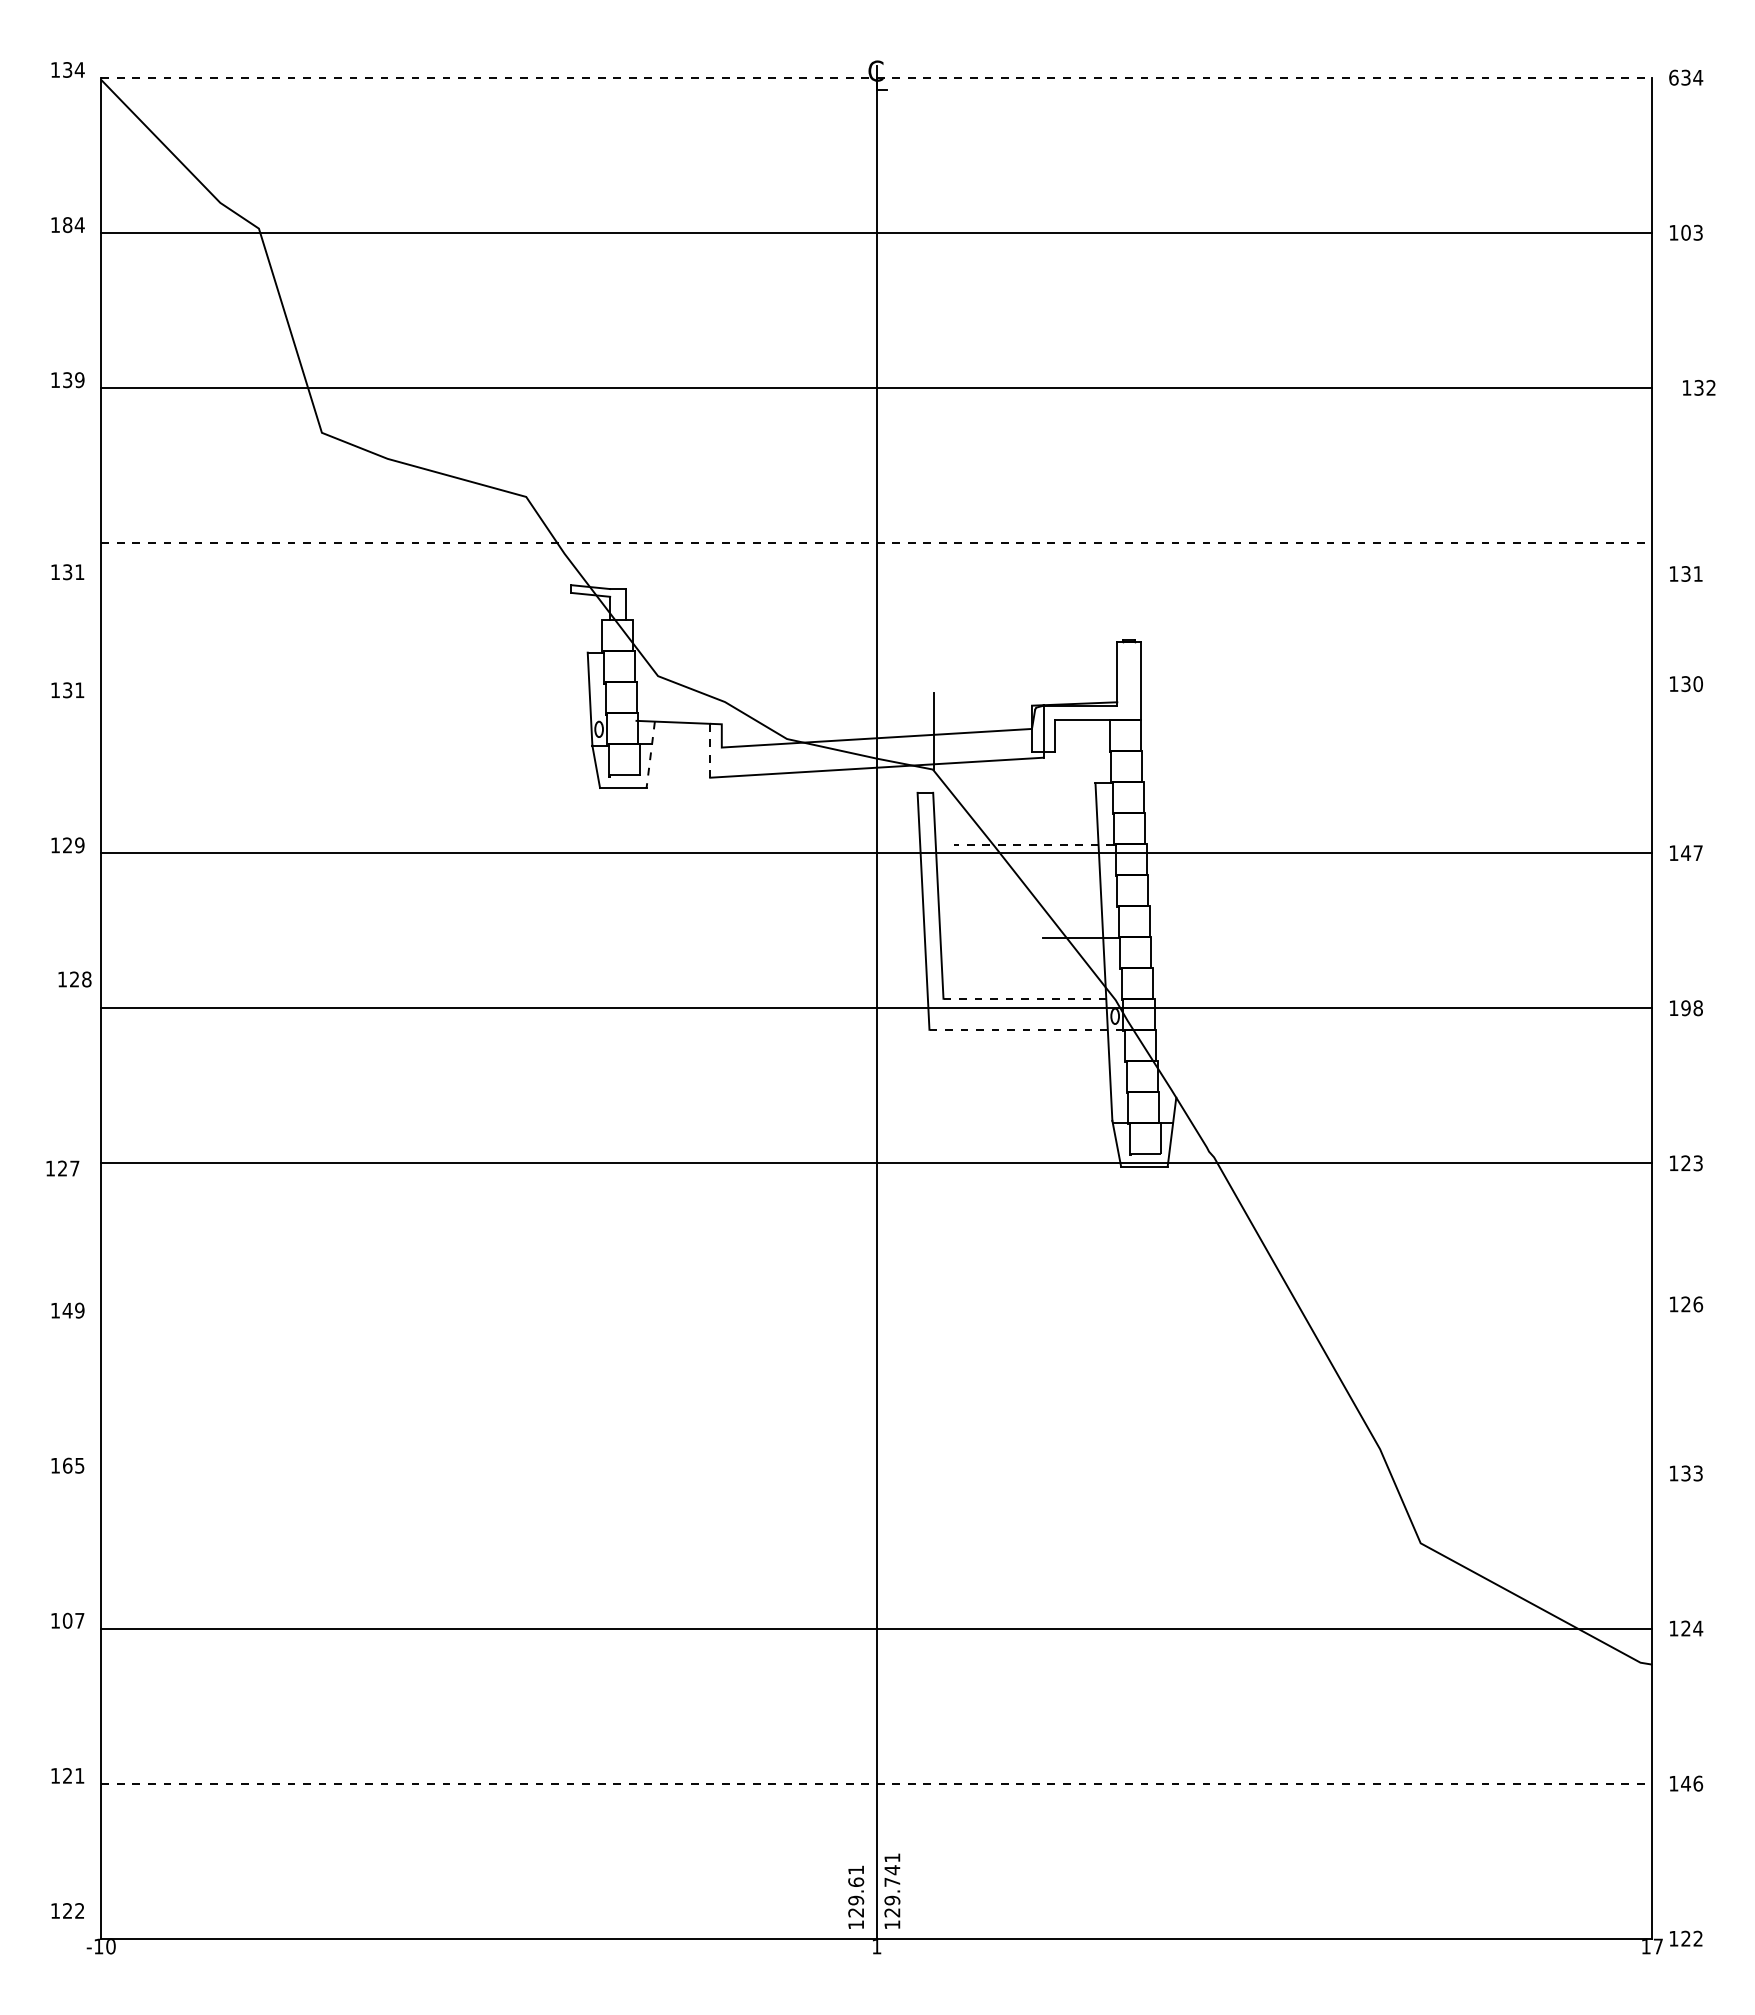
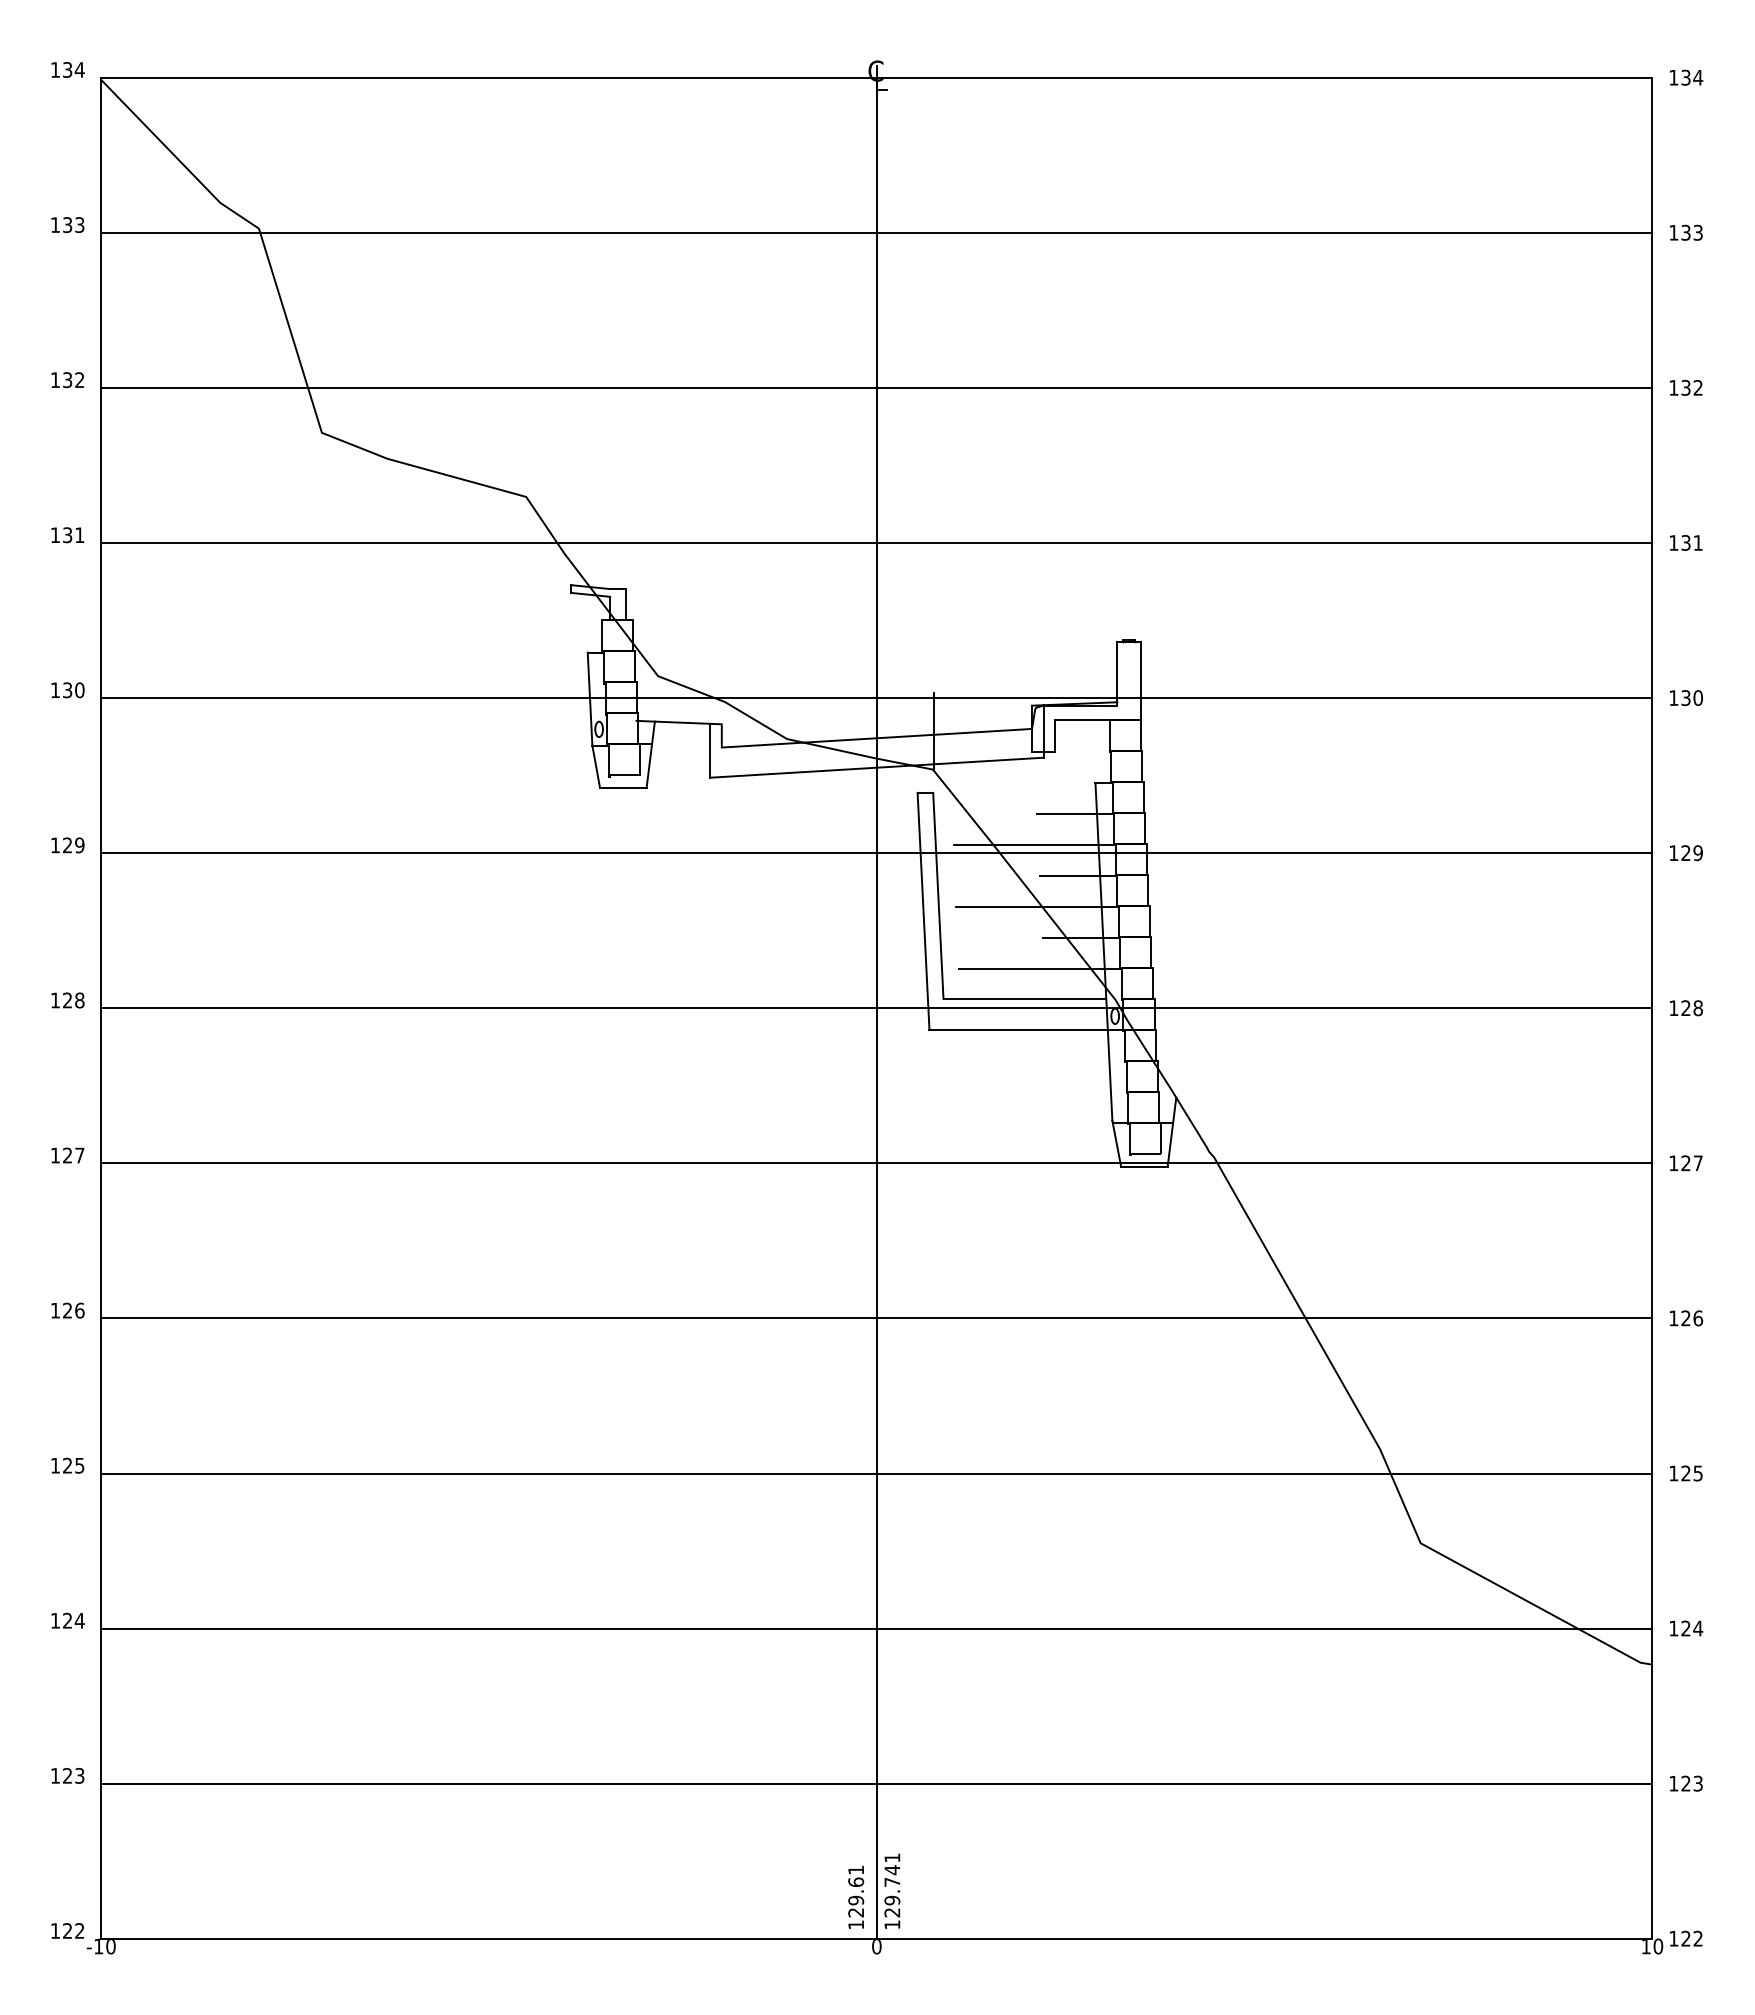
line at (877, 77): dashed -> solid
text at (1673, 77): 634 -> 134
text at (73, 225): 184 -> 133
text at (1685, 232): 103 -> 133
text at (79, 380): 139 -> 132
text at (1699, 387) position: (1699, 387) -> (1686, 387)
line at (877, 543): dashed -> solid
text at (67, 572) position: (67, 572) -> (67, 535)
text at (1686, 573) position: (1686, 573) -> (1686, 542)
text at (1686, 683) position: (1686, 683) -> (1686, 697)
text at (79, 690): 131 -> 130
line at (876, 698): none -> present
line at (710, 750): dashed -> solid
line at (650, 755): dashed -> solid
line at (1075, 814): none -> present
line at (1033, 845): dashed -> solid
text at (1691, 853): 147 -> 129
line at (1078, 876): none -> present
line at (1036, 907): none -> present
line at (1040, 969): none -> present
text at (74, 979) position: (74, 979) -> (67, 1000)
line at (1024, 998): dashed -> solid
text at (1685, 1008): 198 -> 128
line at (1025, 1029): dashed -> solid
text at (1697, 1163): 123 -> 127
text at (62, 1168) position: (62, 1168) -> (67, 1155)
text at (1686, 1304) position: (1686, 1304) -> (1686, 1318)
text at (73, 1310): 149 -> 126
line at (876, 1318): none -> present
text at (67, 1465): 165 -> 125
line at (876, 1473): none -> present
text at (1691, 1473): 133 -> 125
text at (73, 1620): 107 -> 124
text at (79, 1775): 121 -> 123
line at (877, 1783): dashed -> solid
text at (1692, 1783): 146 -> 123
text at (67, 1910) position: (67, 1910) -> (67, 1930)
text at (1658, 1946): 17 -> 10
text at (876, 1947): 1 -> 0
